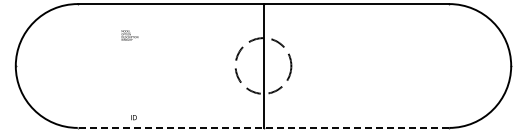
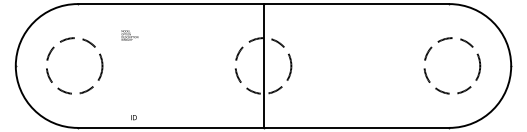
circle at (74, 65): none -> present
circle at (452, 65): none -> present
line at (263, 127): dashed -> solid
